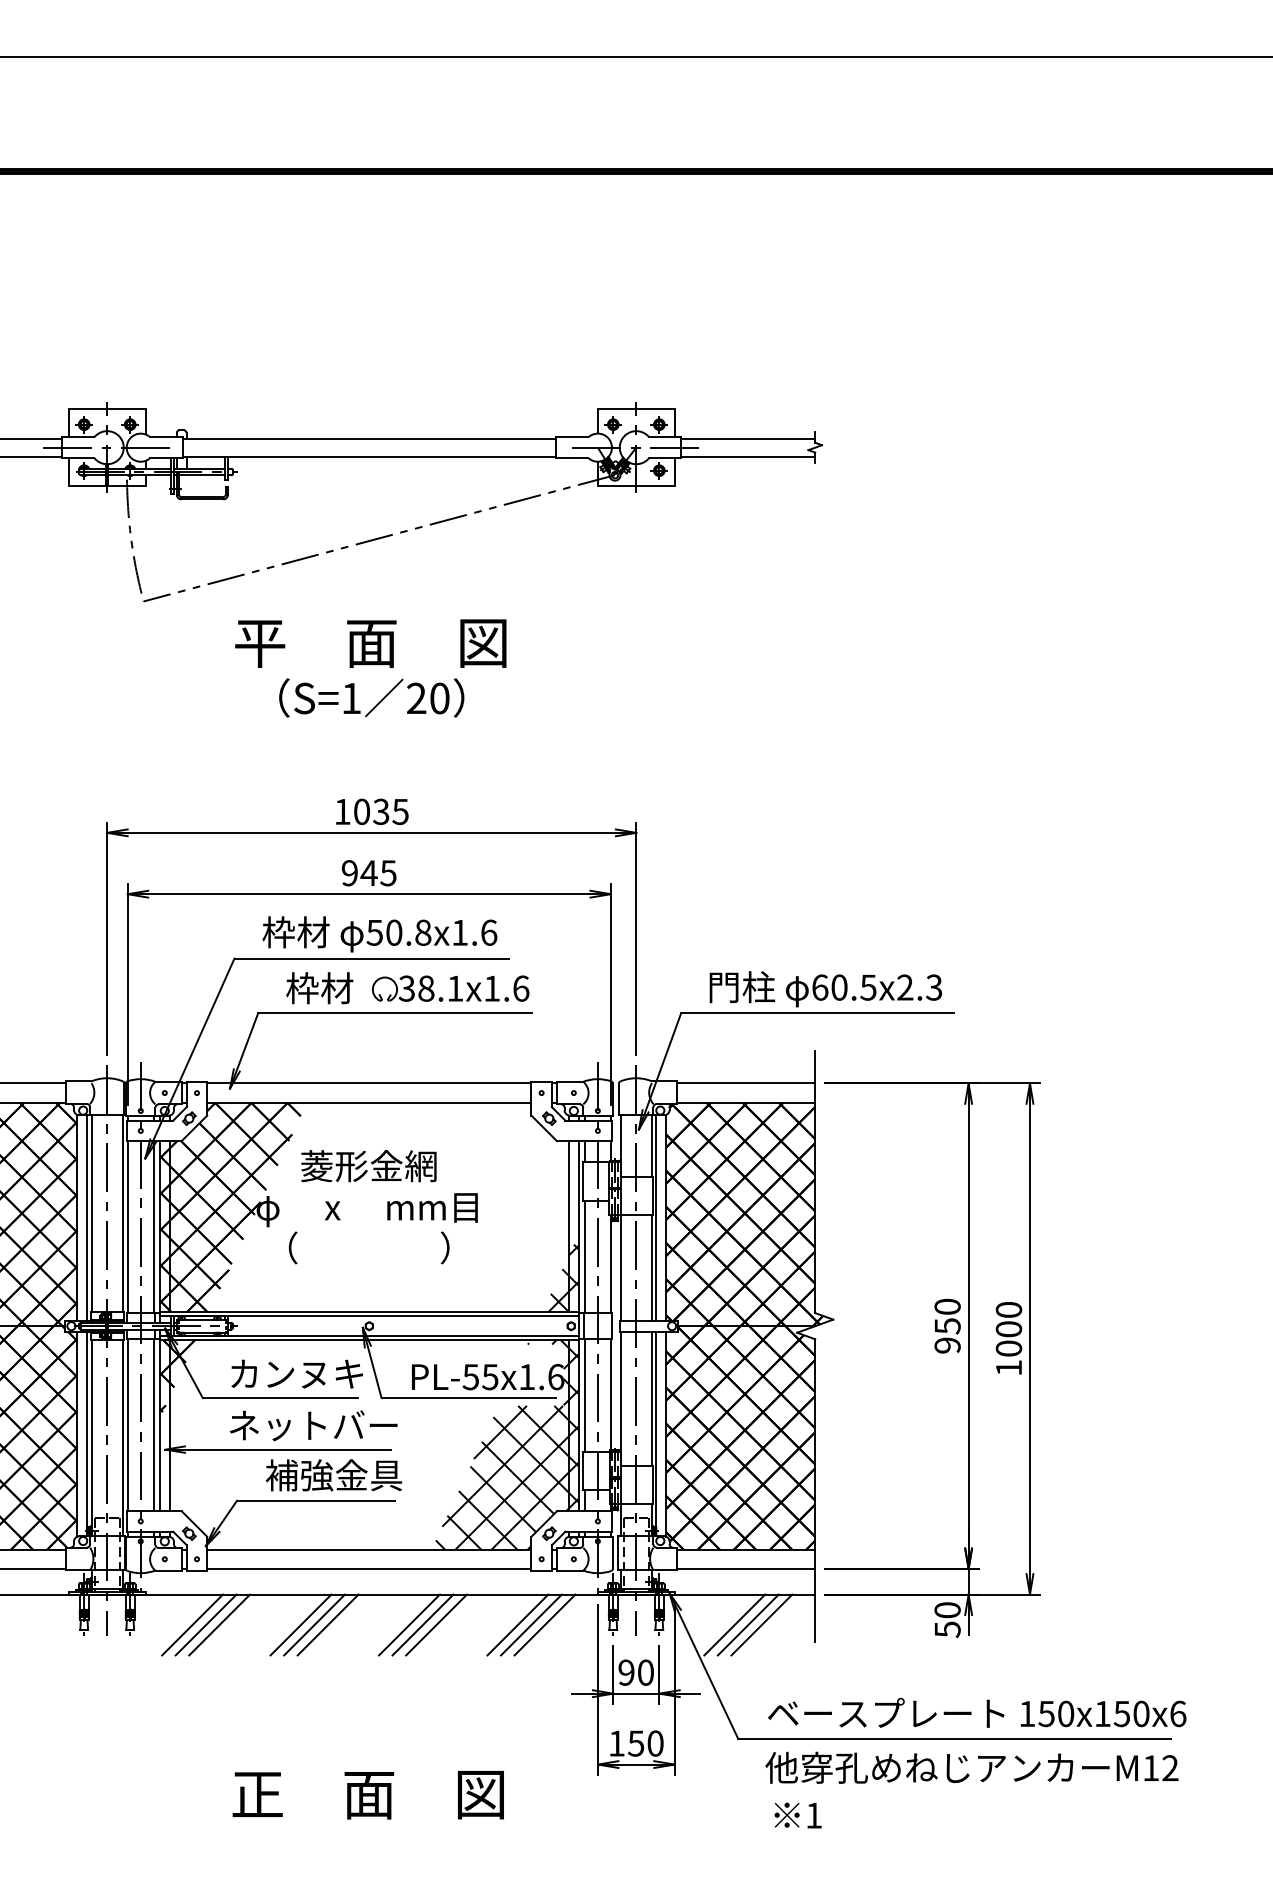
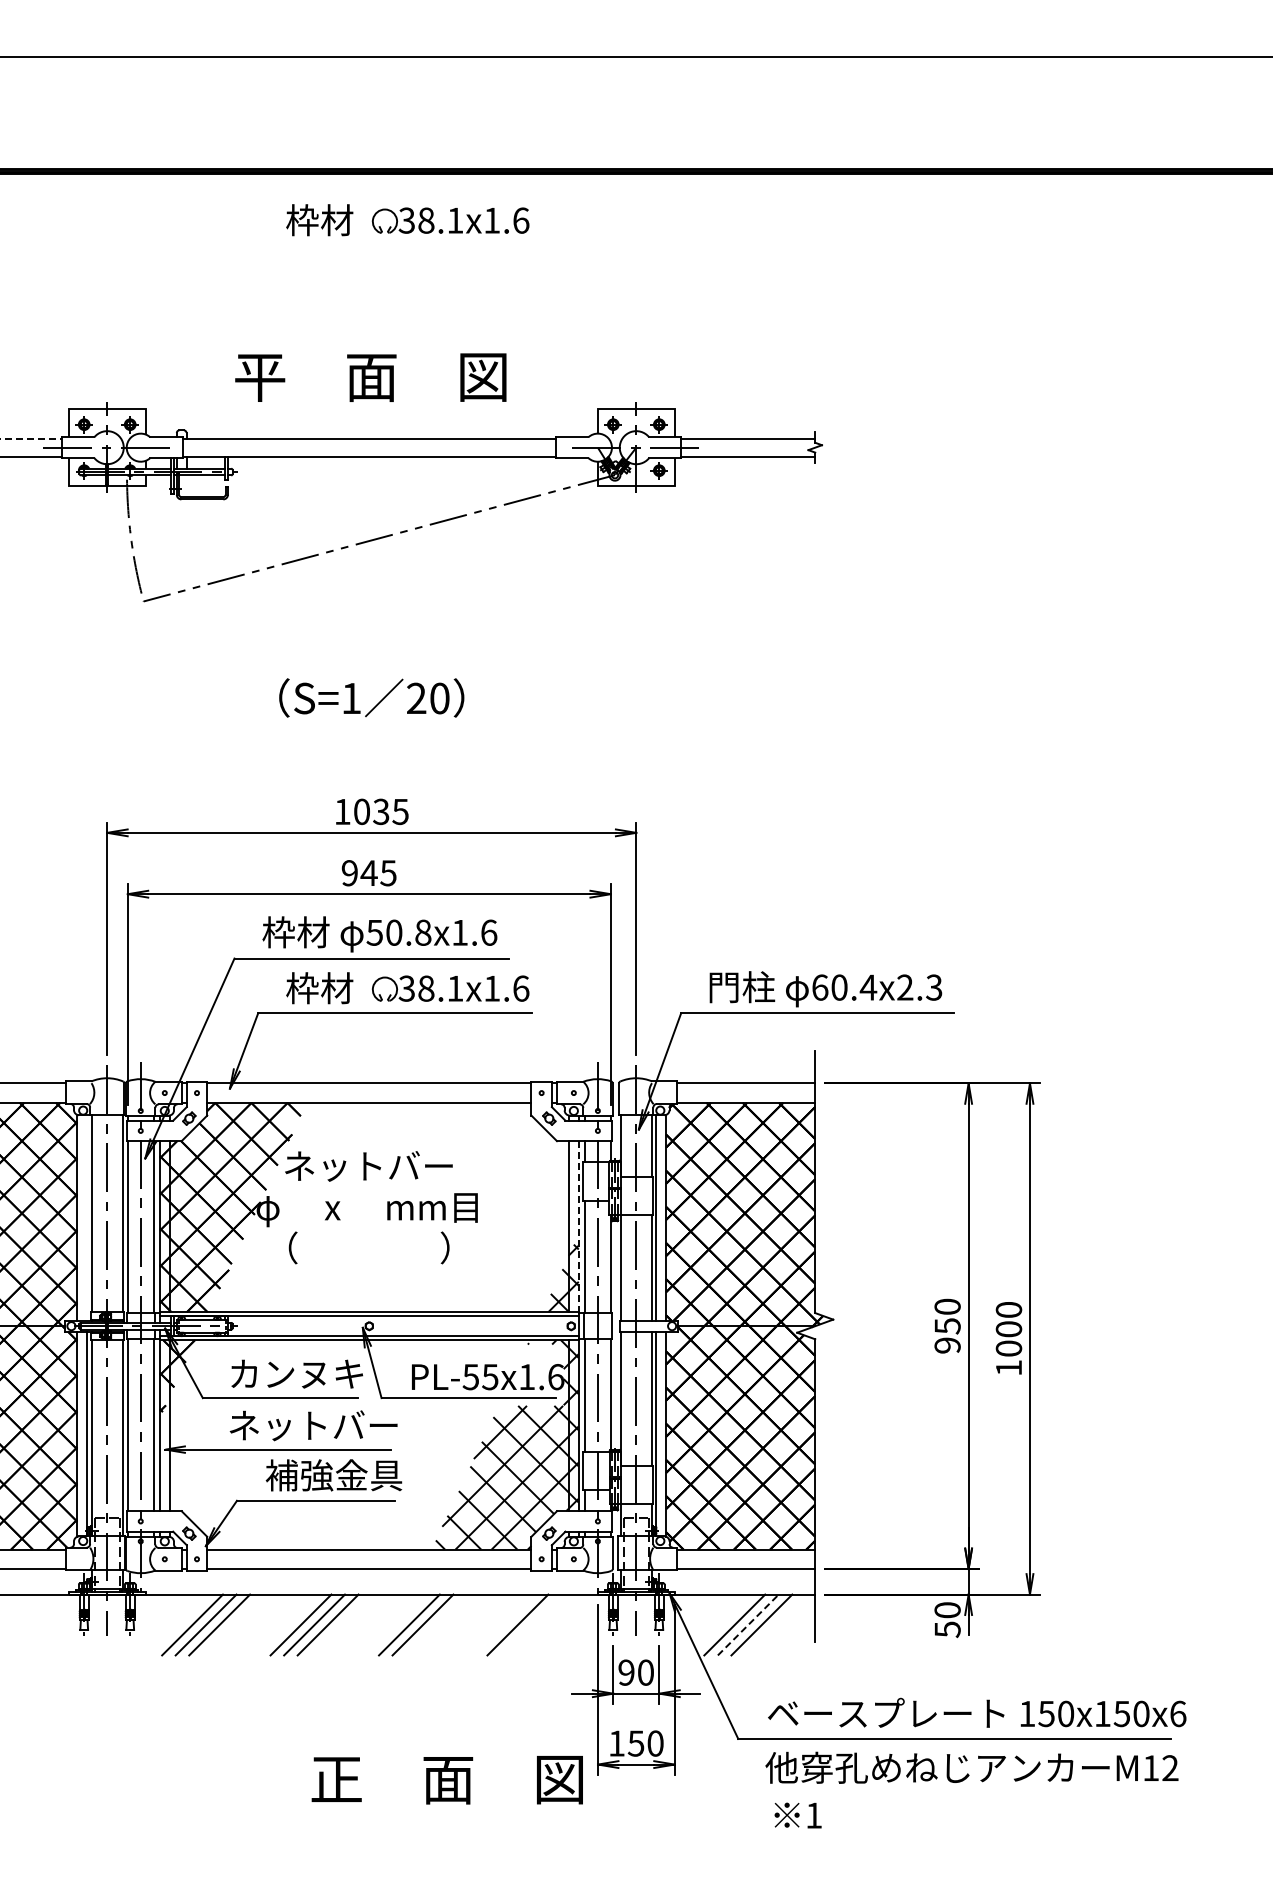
part at (407, 220): none -> present
line at (31, 438): solid -> dashed
text at (370, 643) position: (370, 643) -> (370, 377)
text at (868, 987): 60.5x2.3 -> 60.4x2.3
text at (368, 1166): 菱形金網 -> ネットバー
line at (87, 1217): present -> none
line at (578, 1227): solid -> dashed
line at (436, 1624): present -> none
line at (531, 1624): present -> none
line at (544, 1624): present -> none
line at (748, 1624): solid -> dashed
text at (367, 1795) position: (367, 1795) -> (446, 1780)
